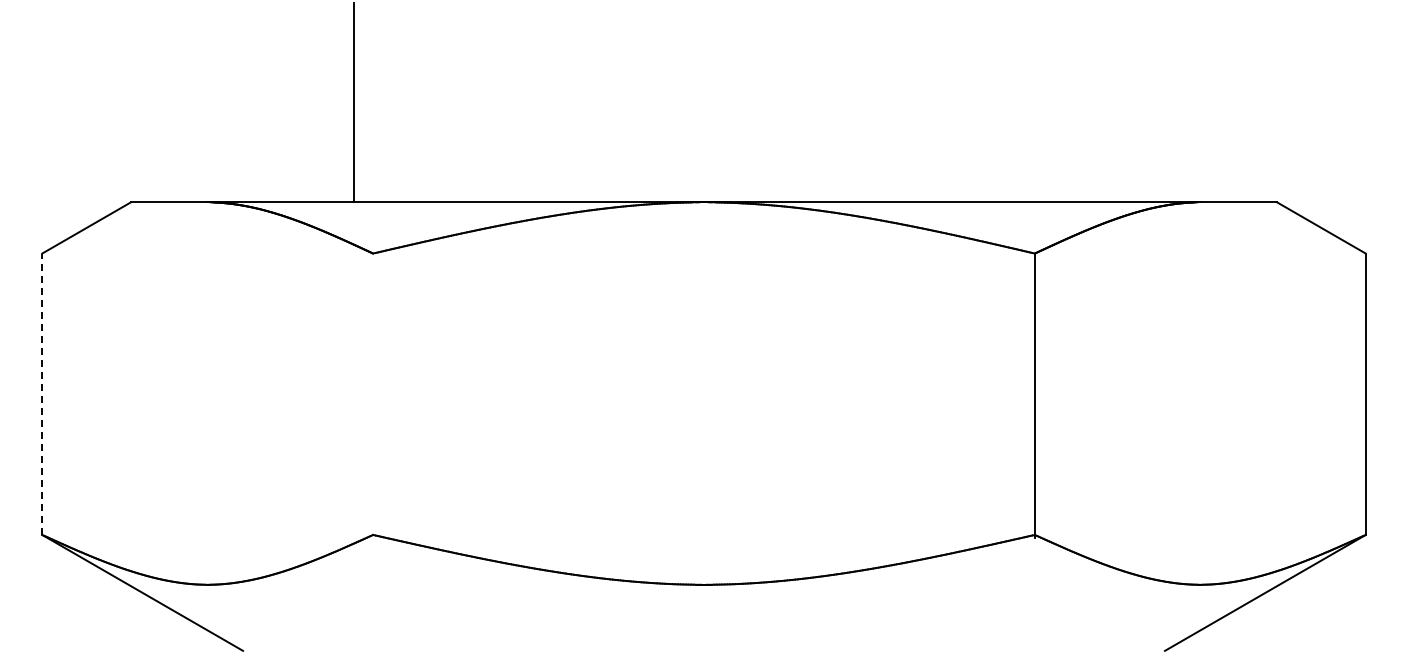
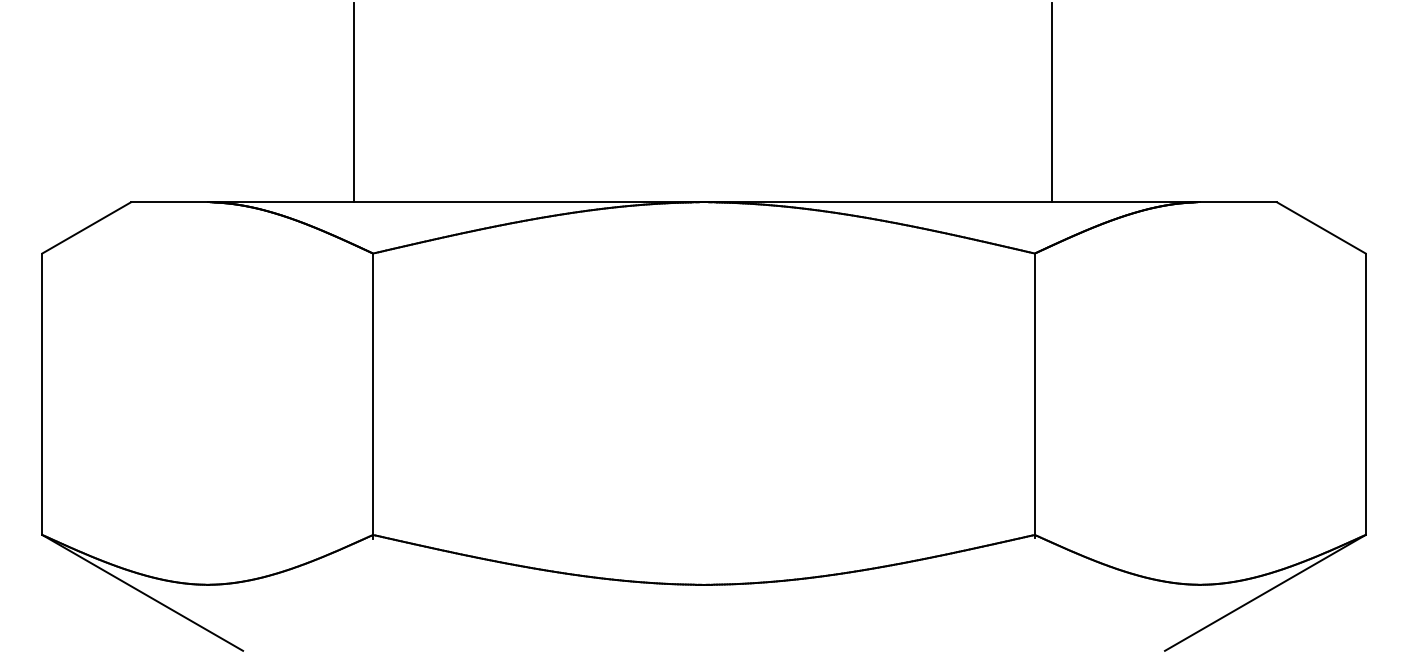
line at (1051, 102): none -> present
line at (42, 394): dashed -> solid
line at (373, 396): none -> present
